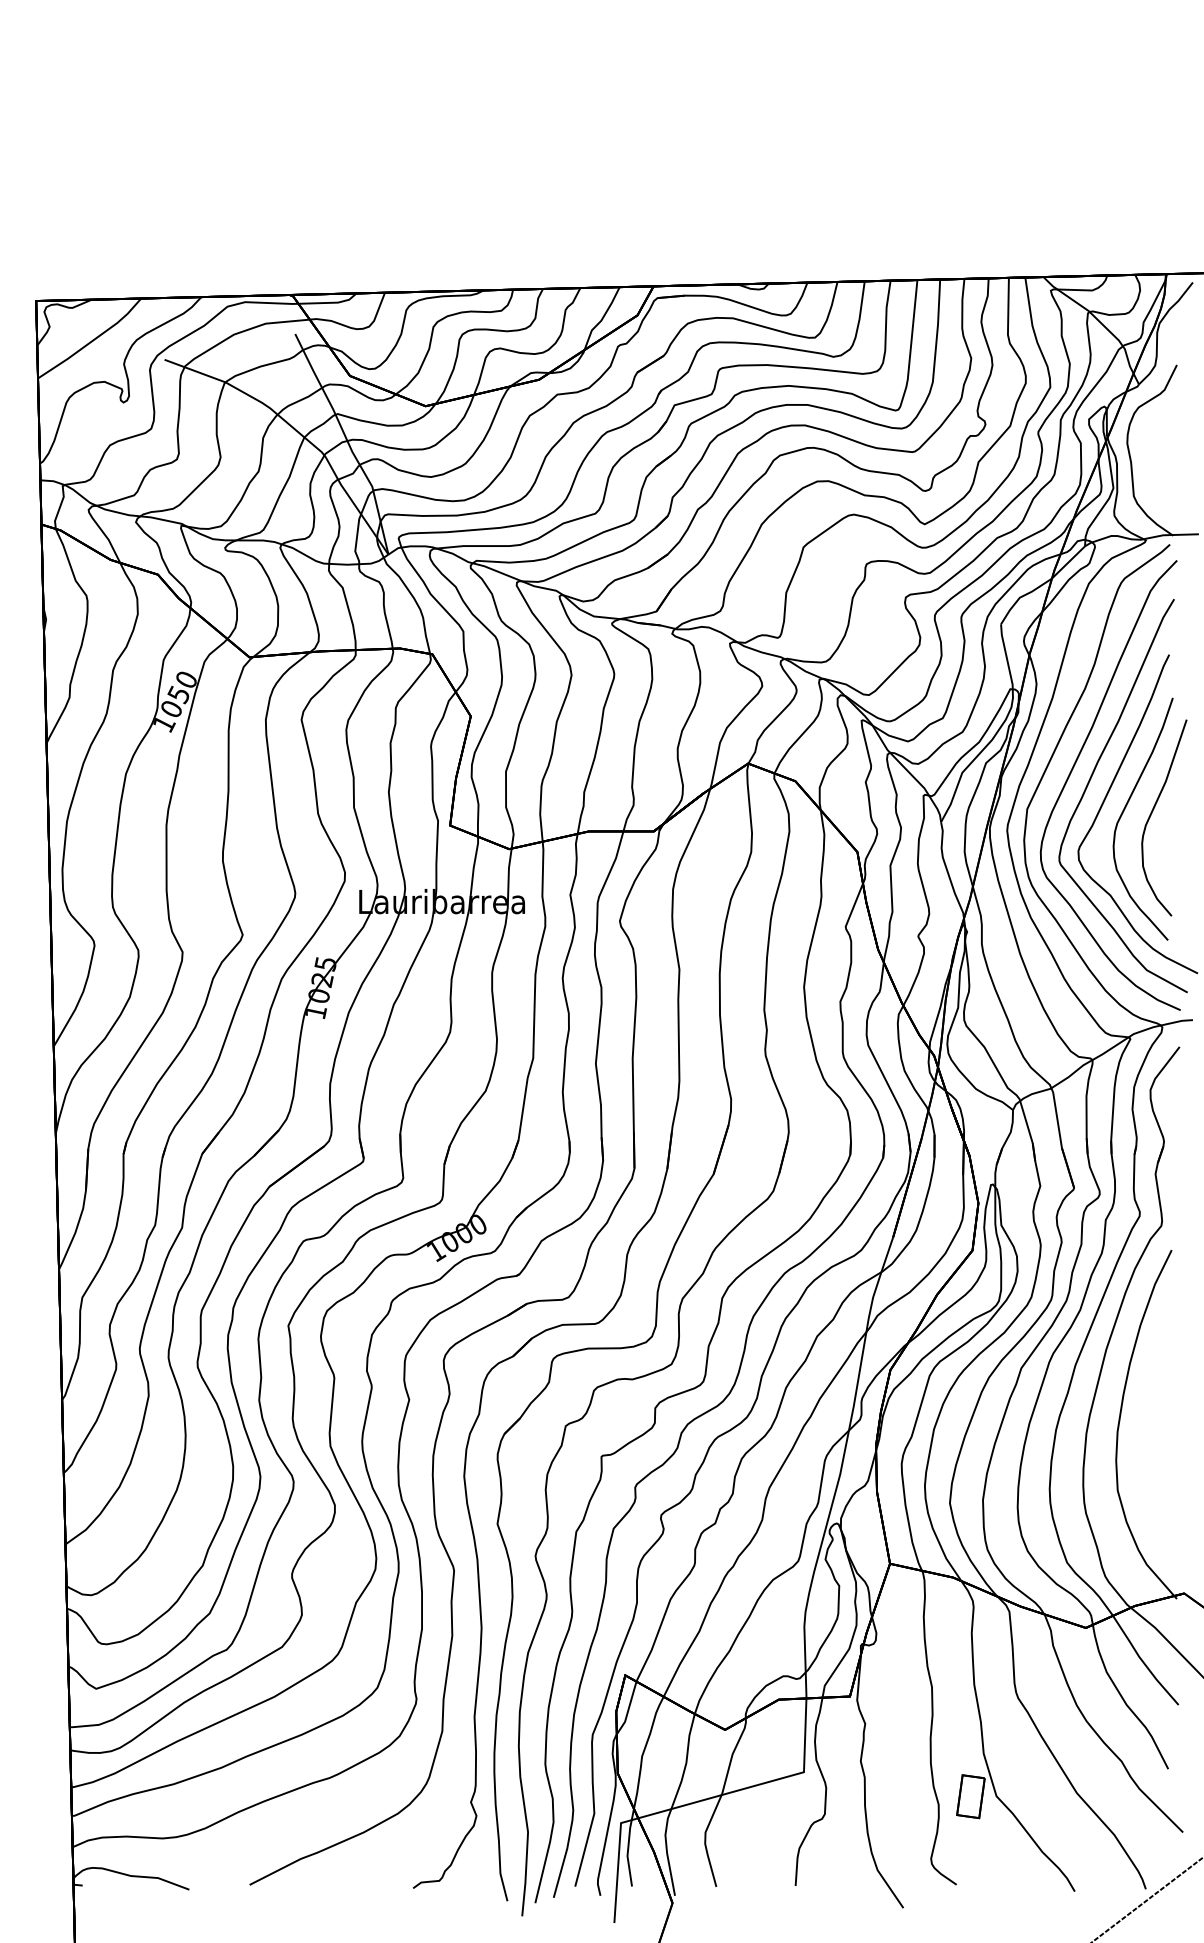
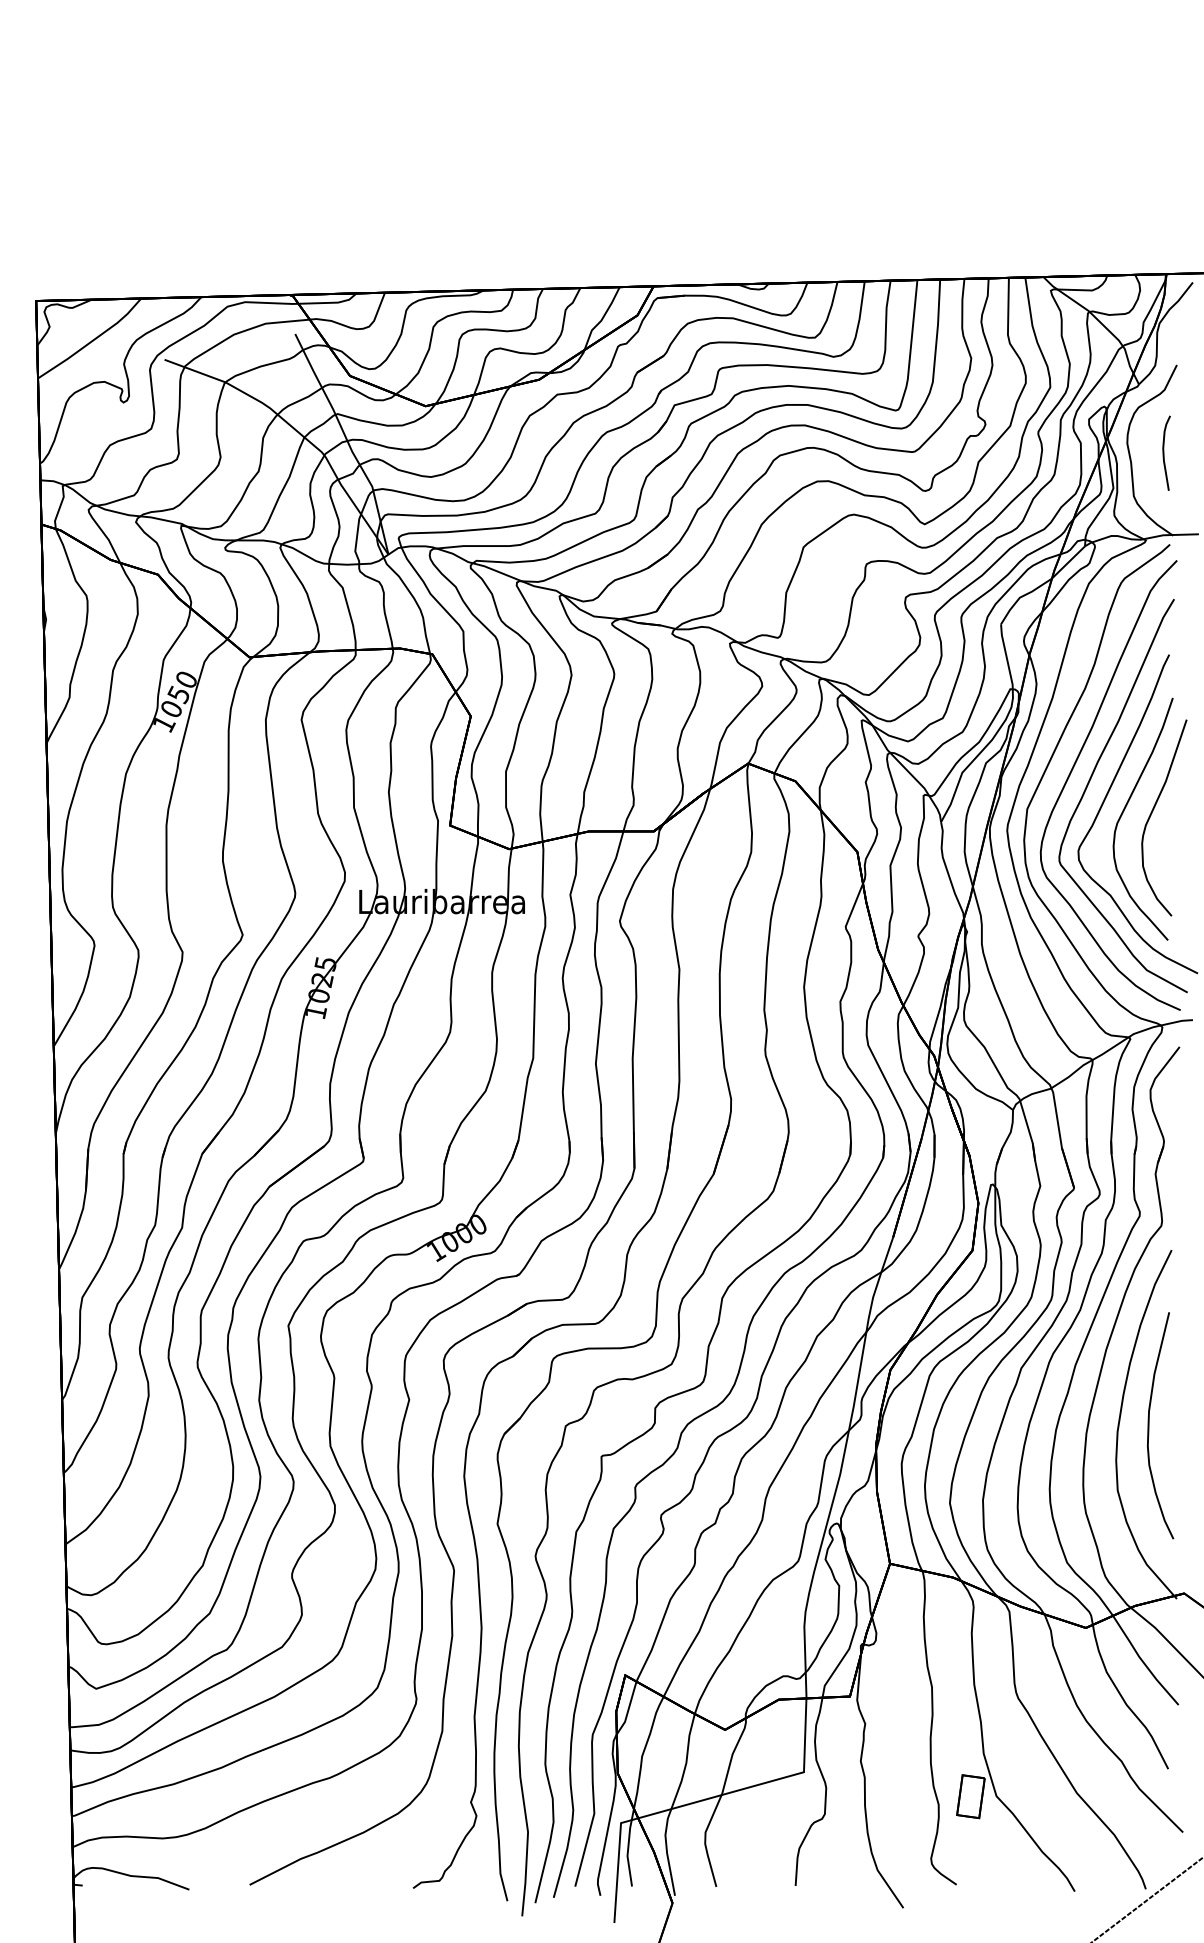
curve at (1164, 452): none -> present
curve at (1149, 1425): none -> present
